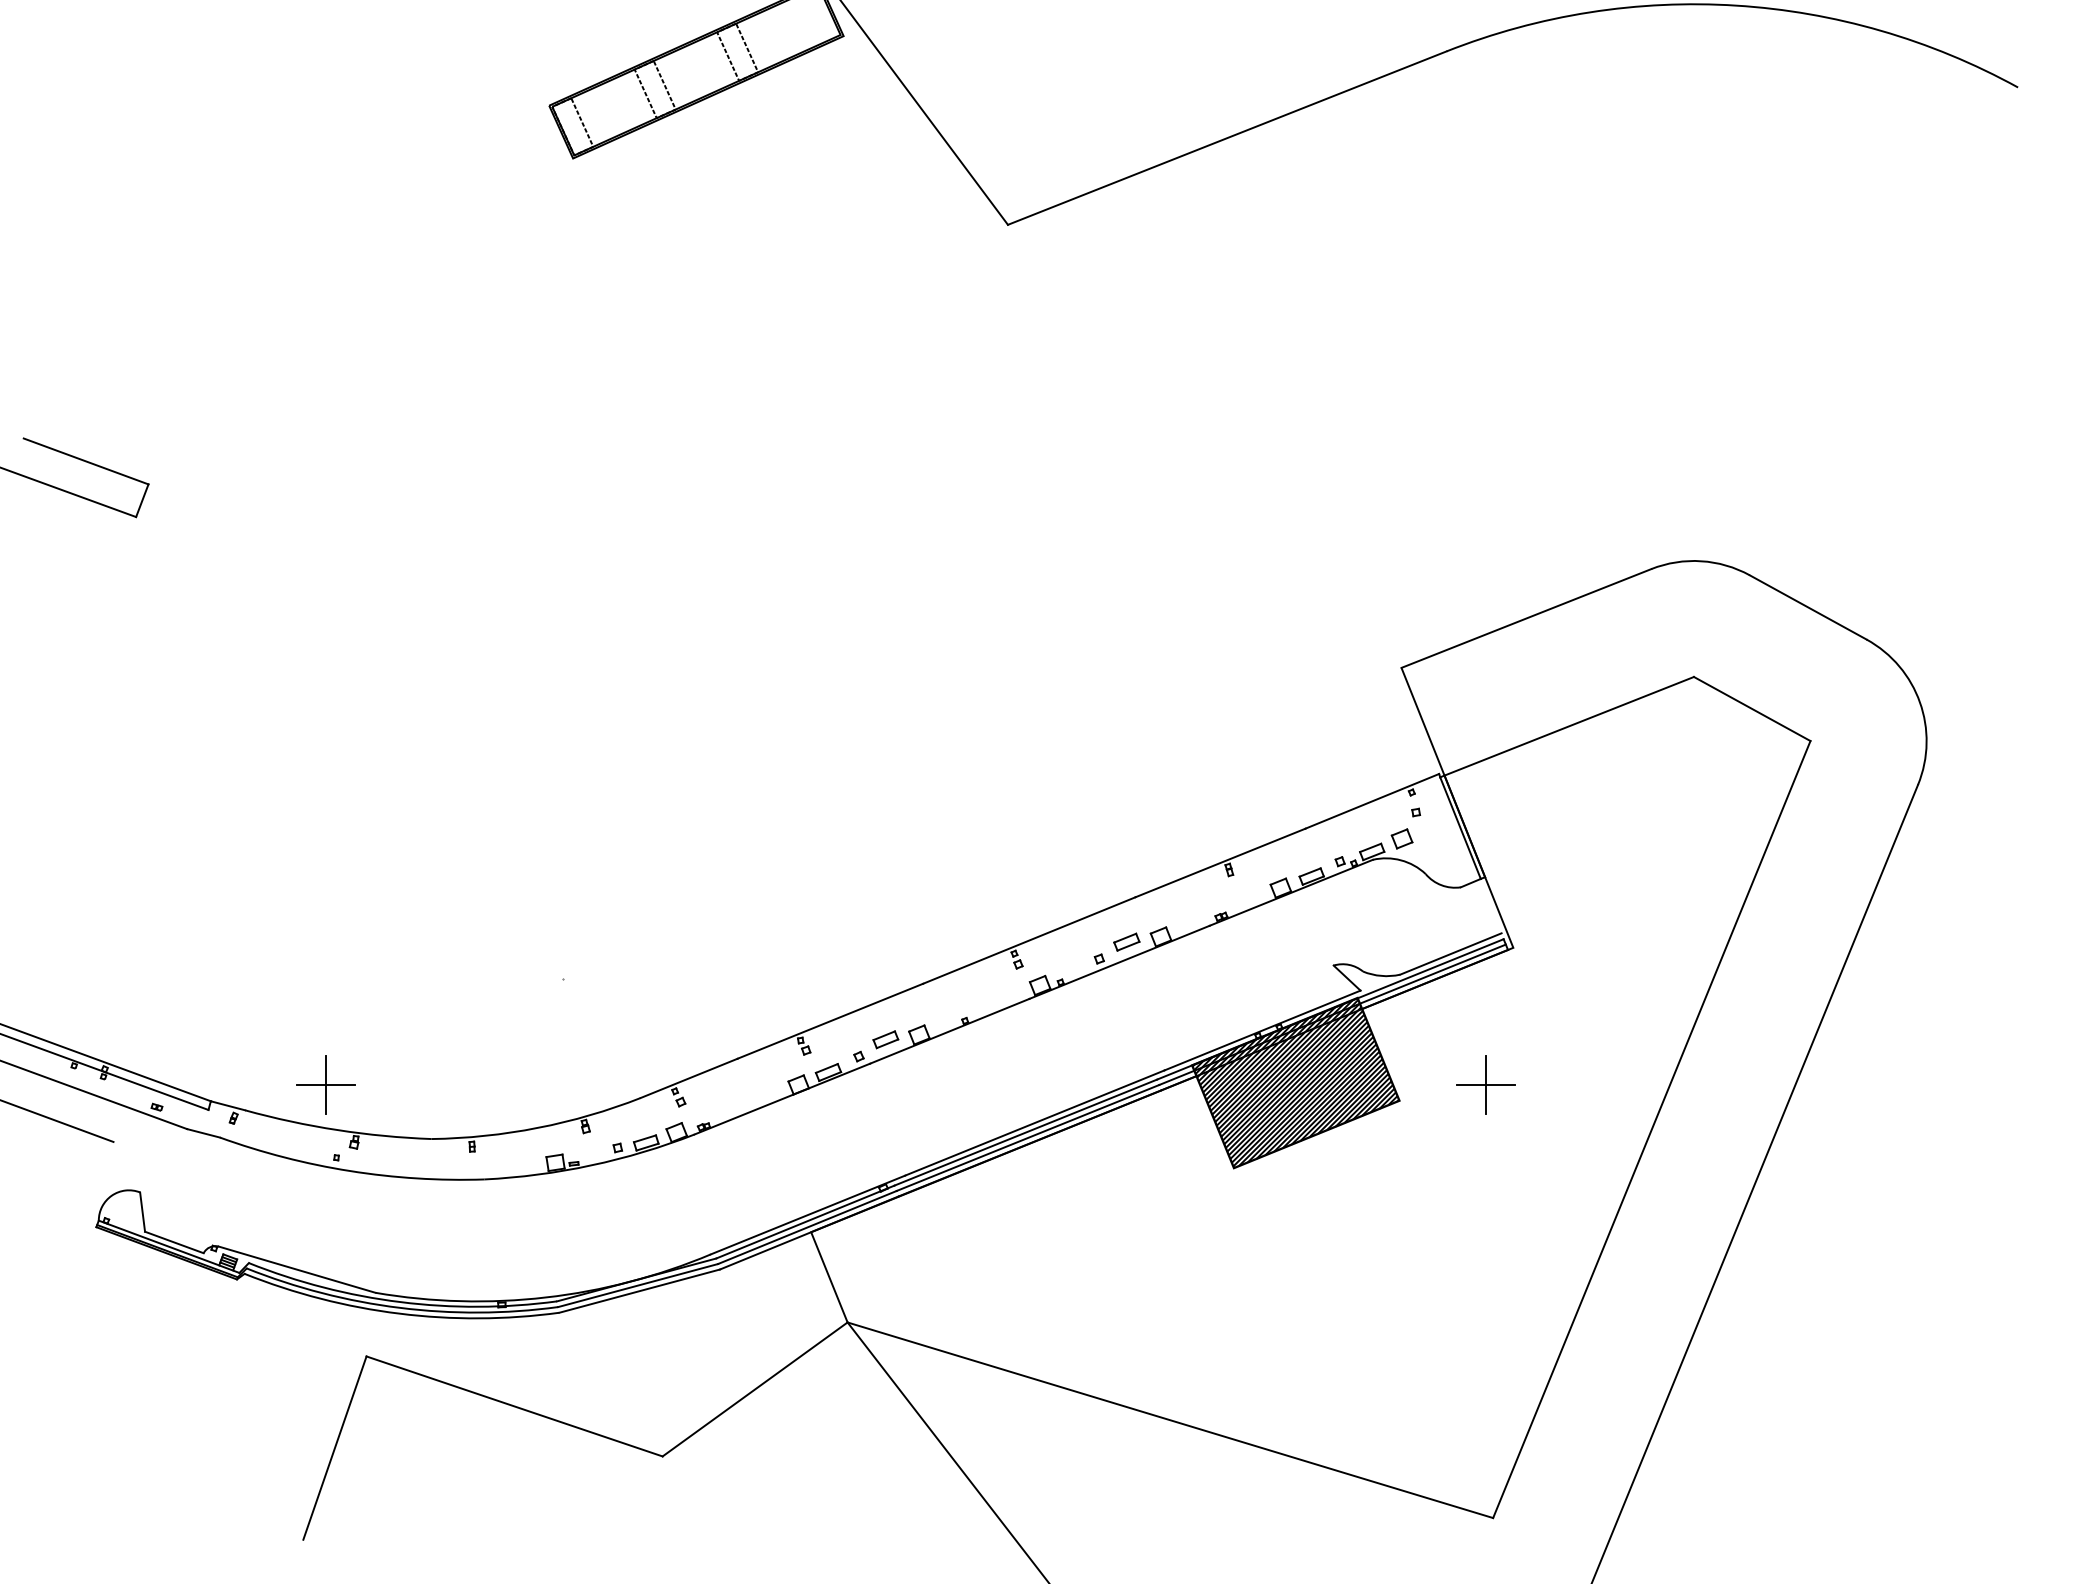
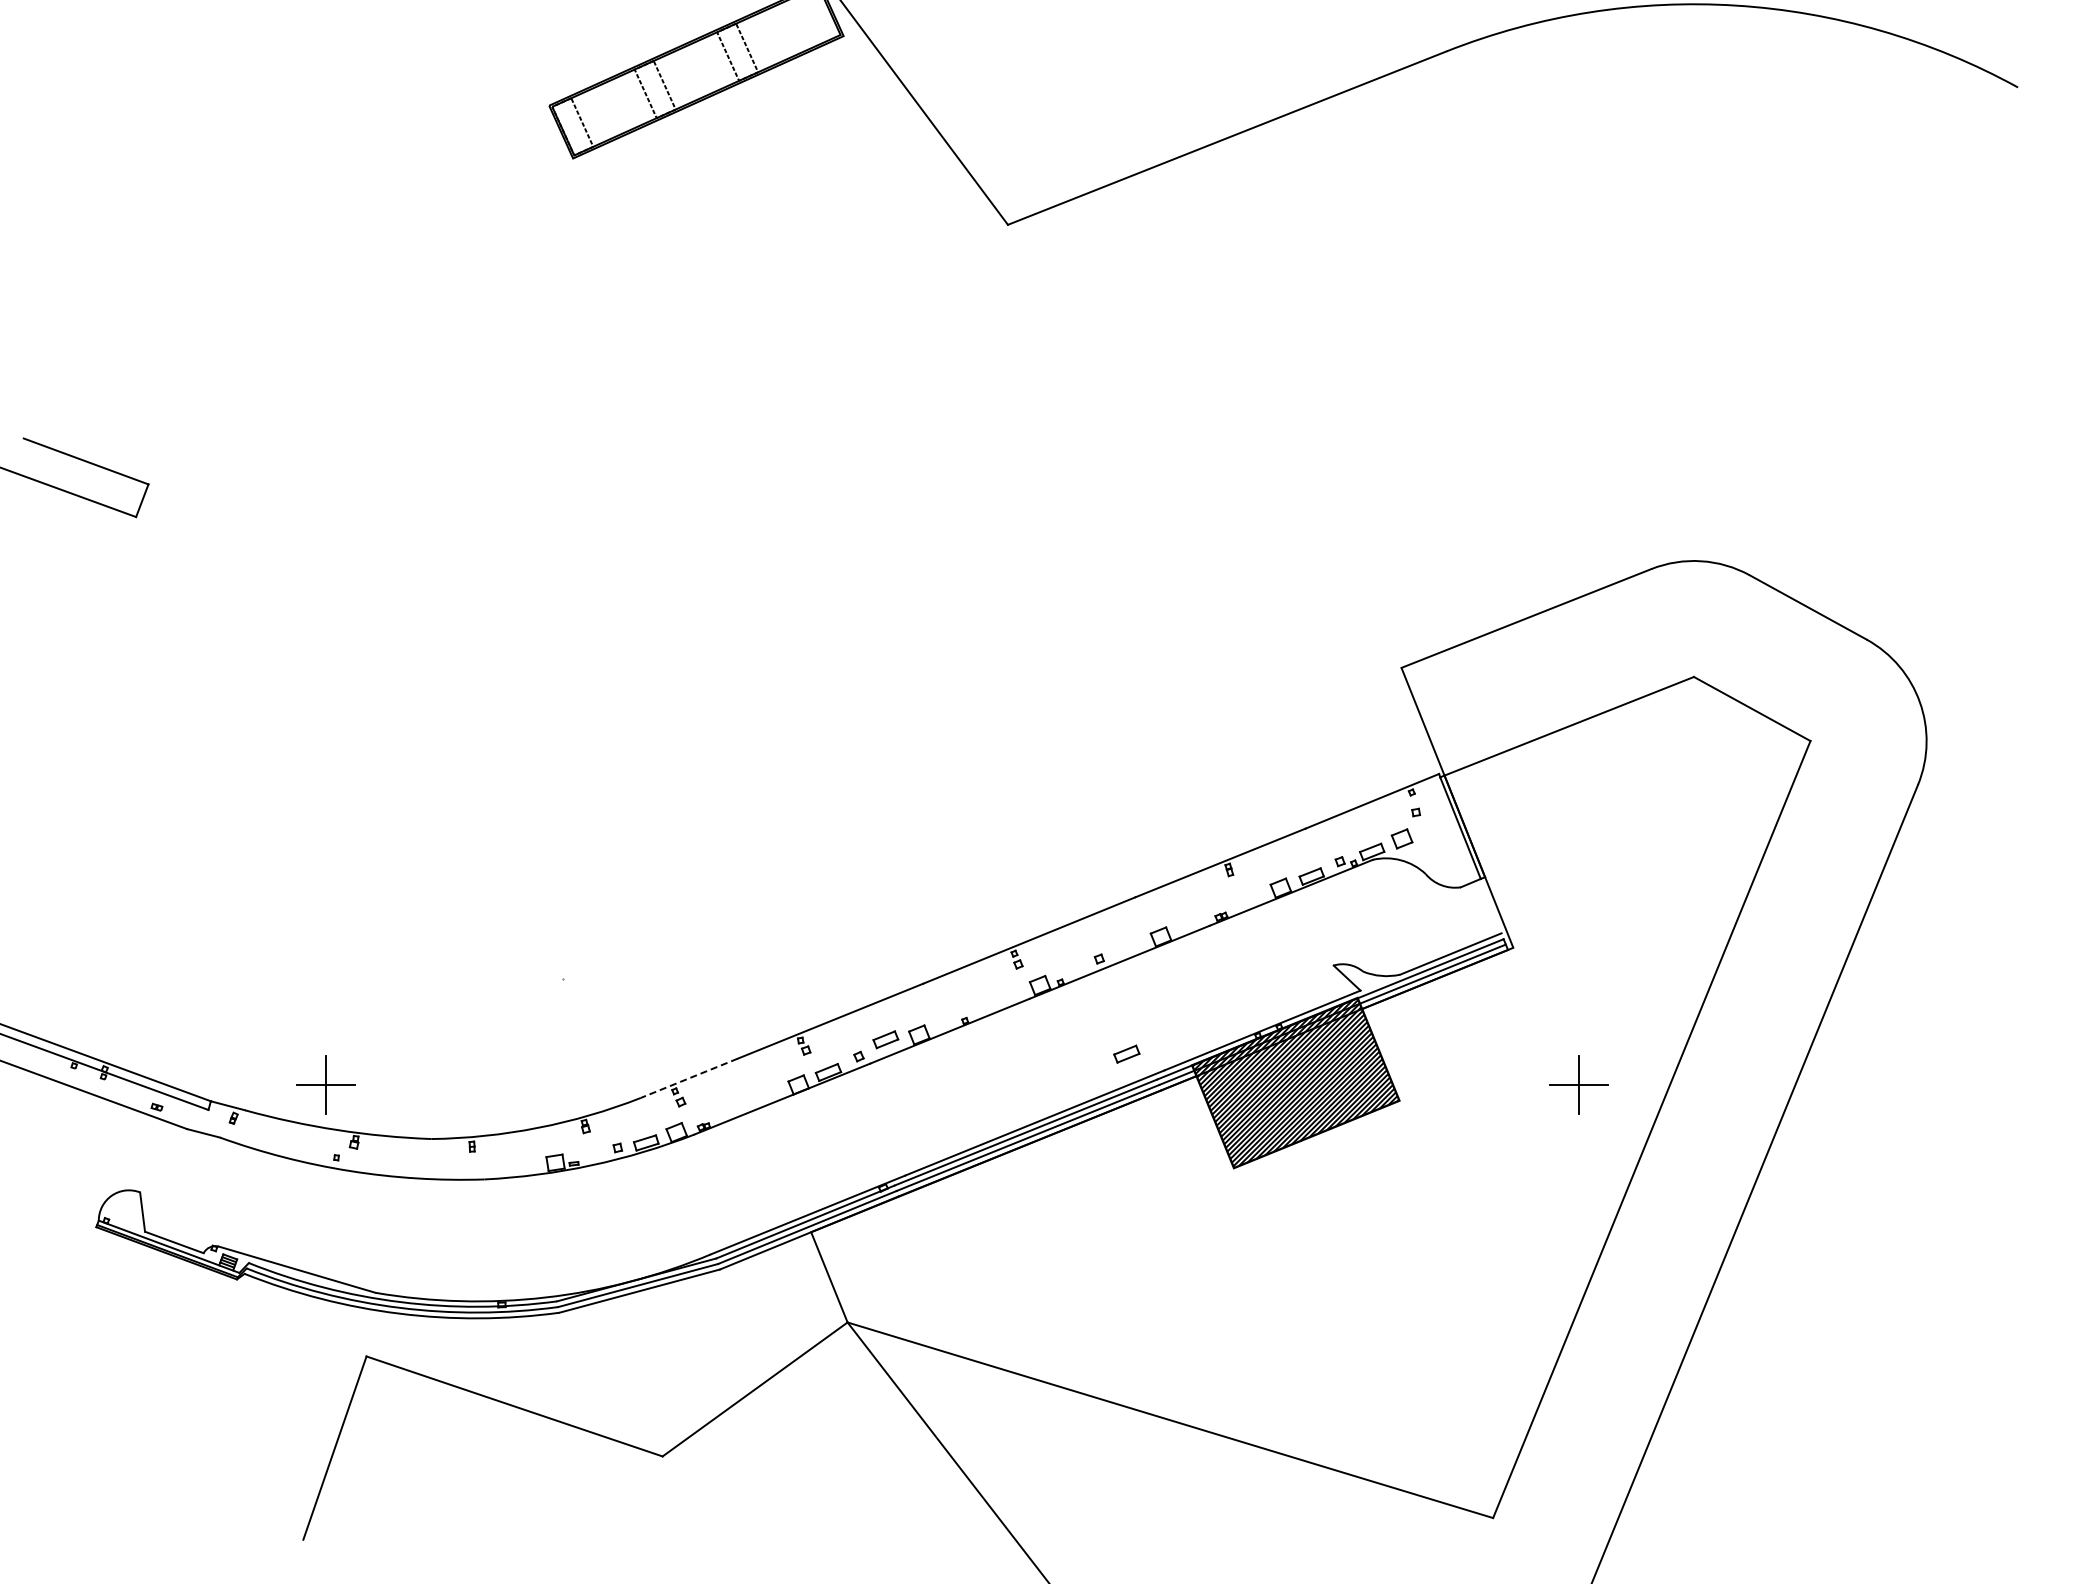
part at (1126, 941) position: (1126, 941) -> (1126, 1053)
line at (688, 1078): solid -> dashed
part at (1485, 1084) position: (1485, 1084) -> (1578, 1084)
line at (57, 1121): present -> none
